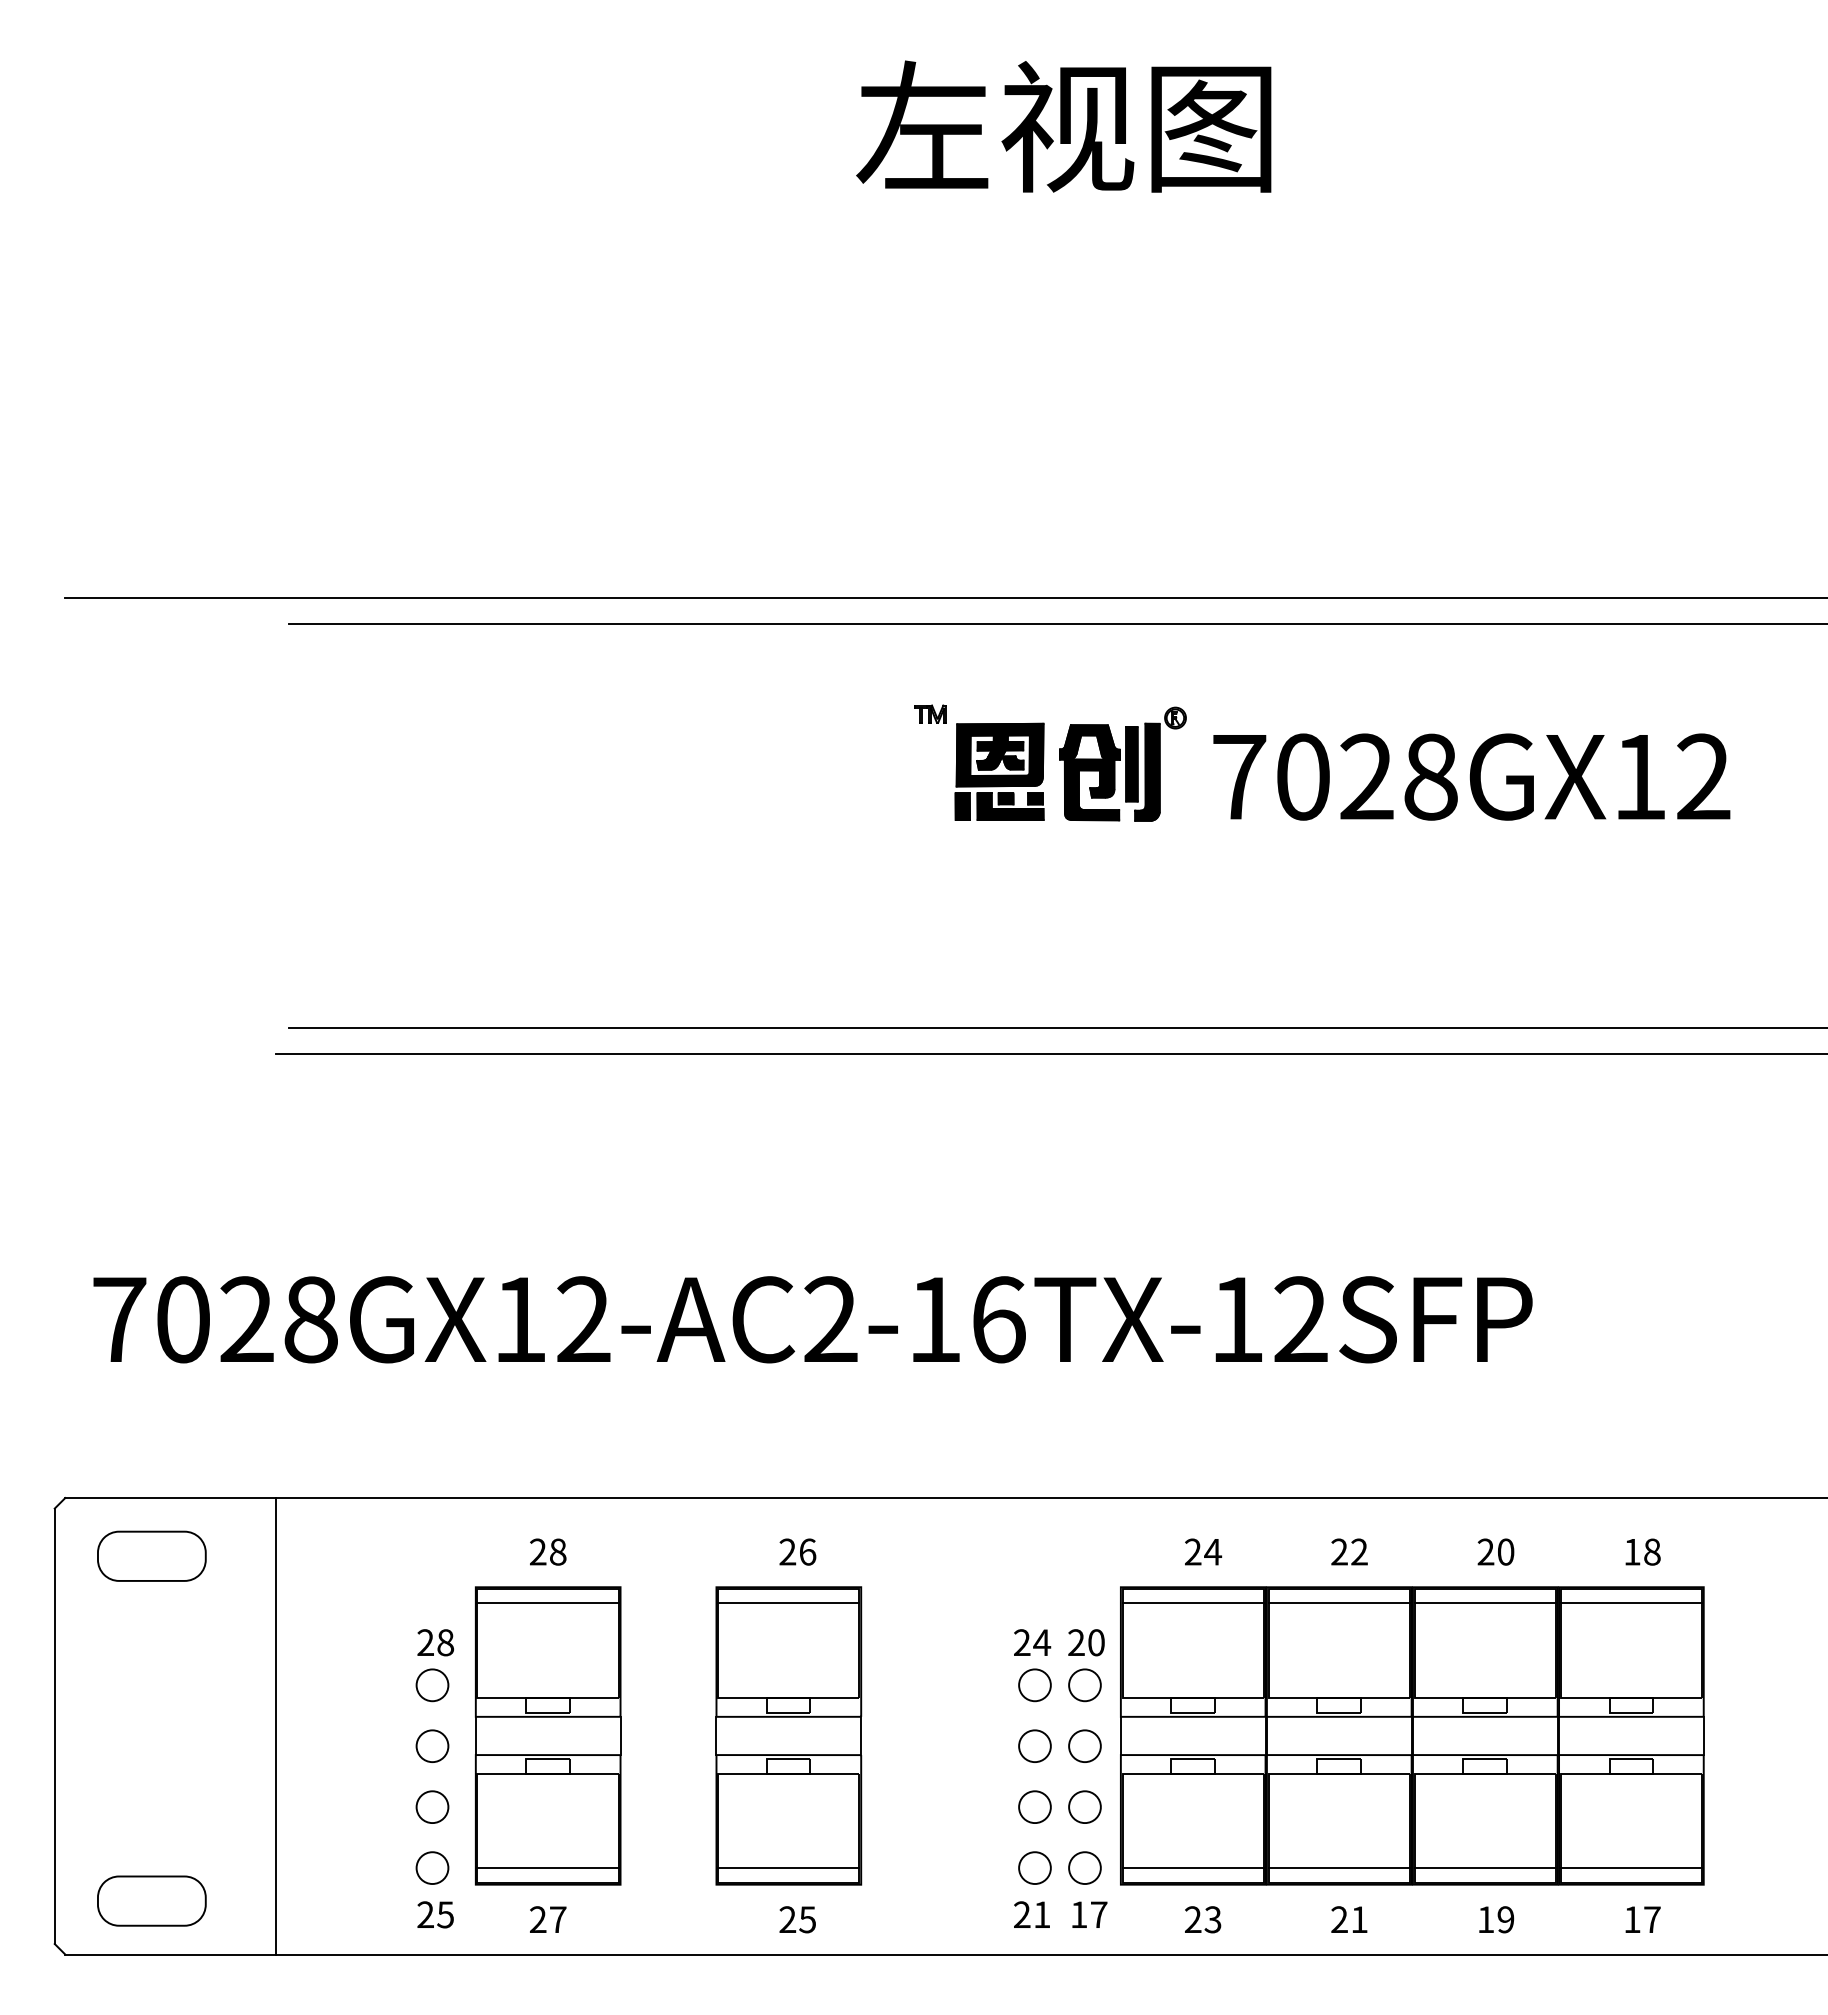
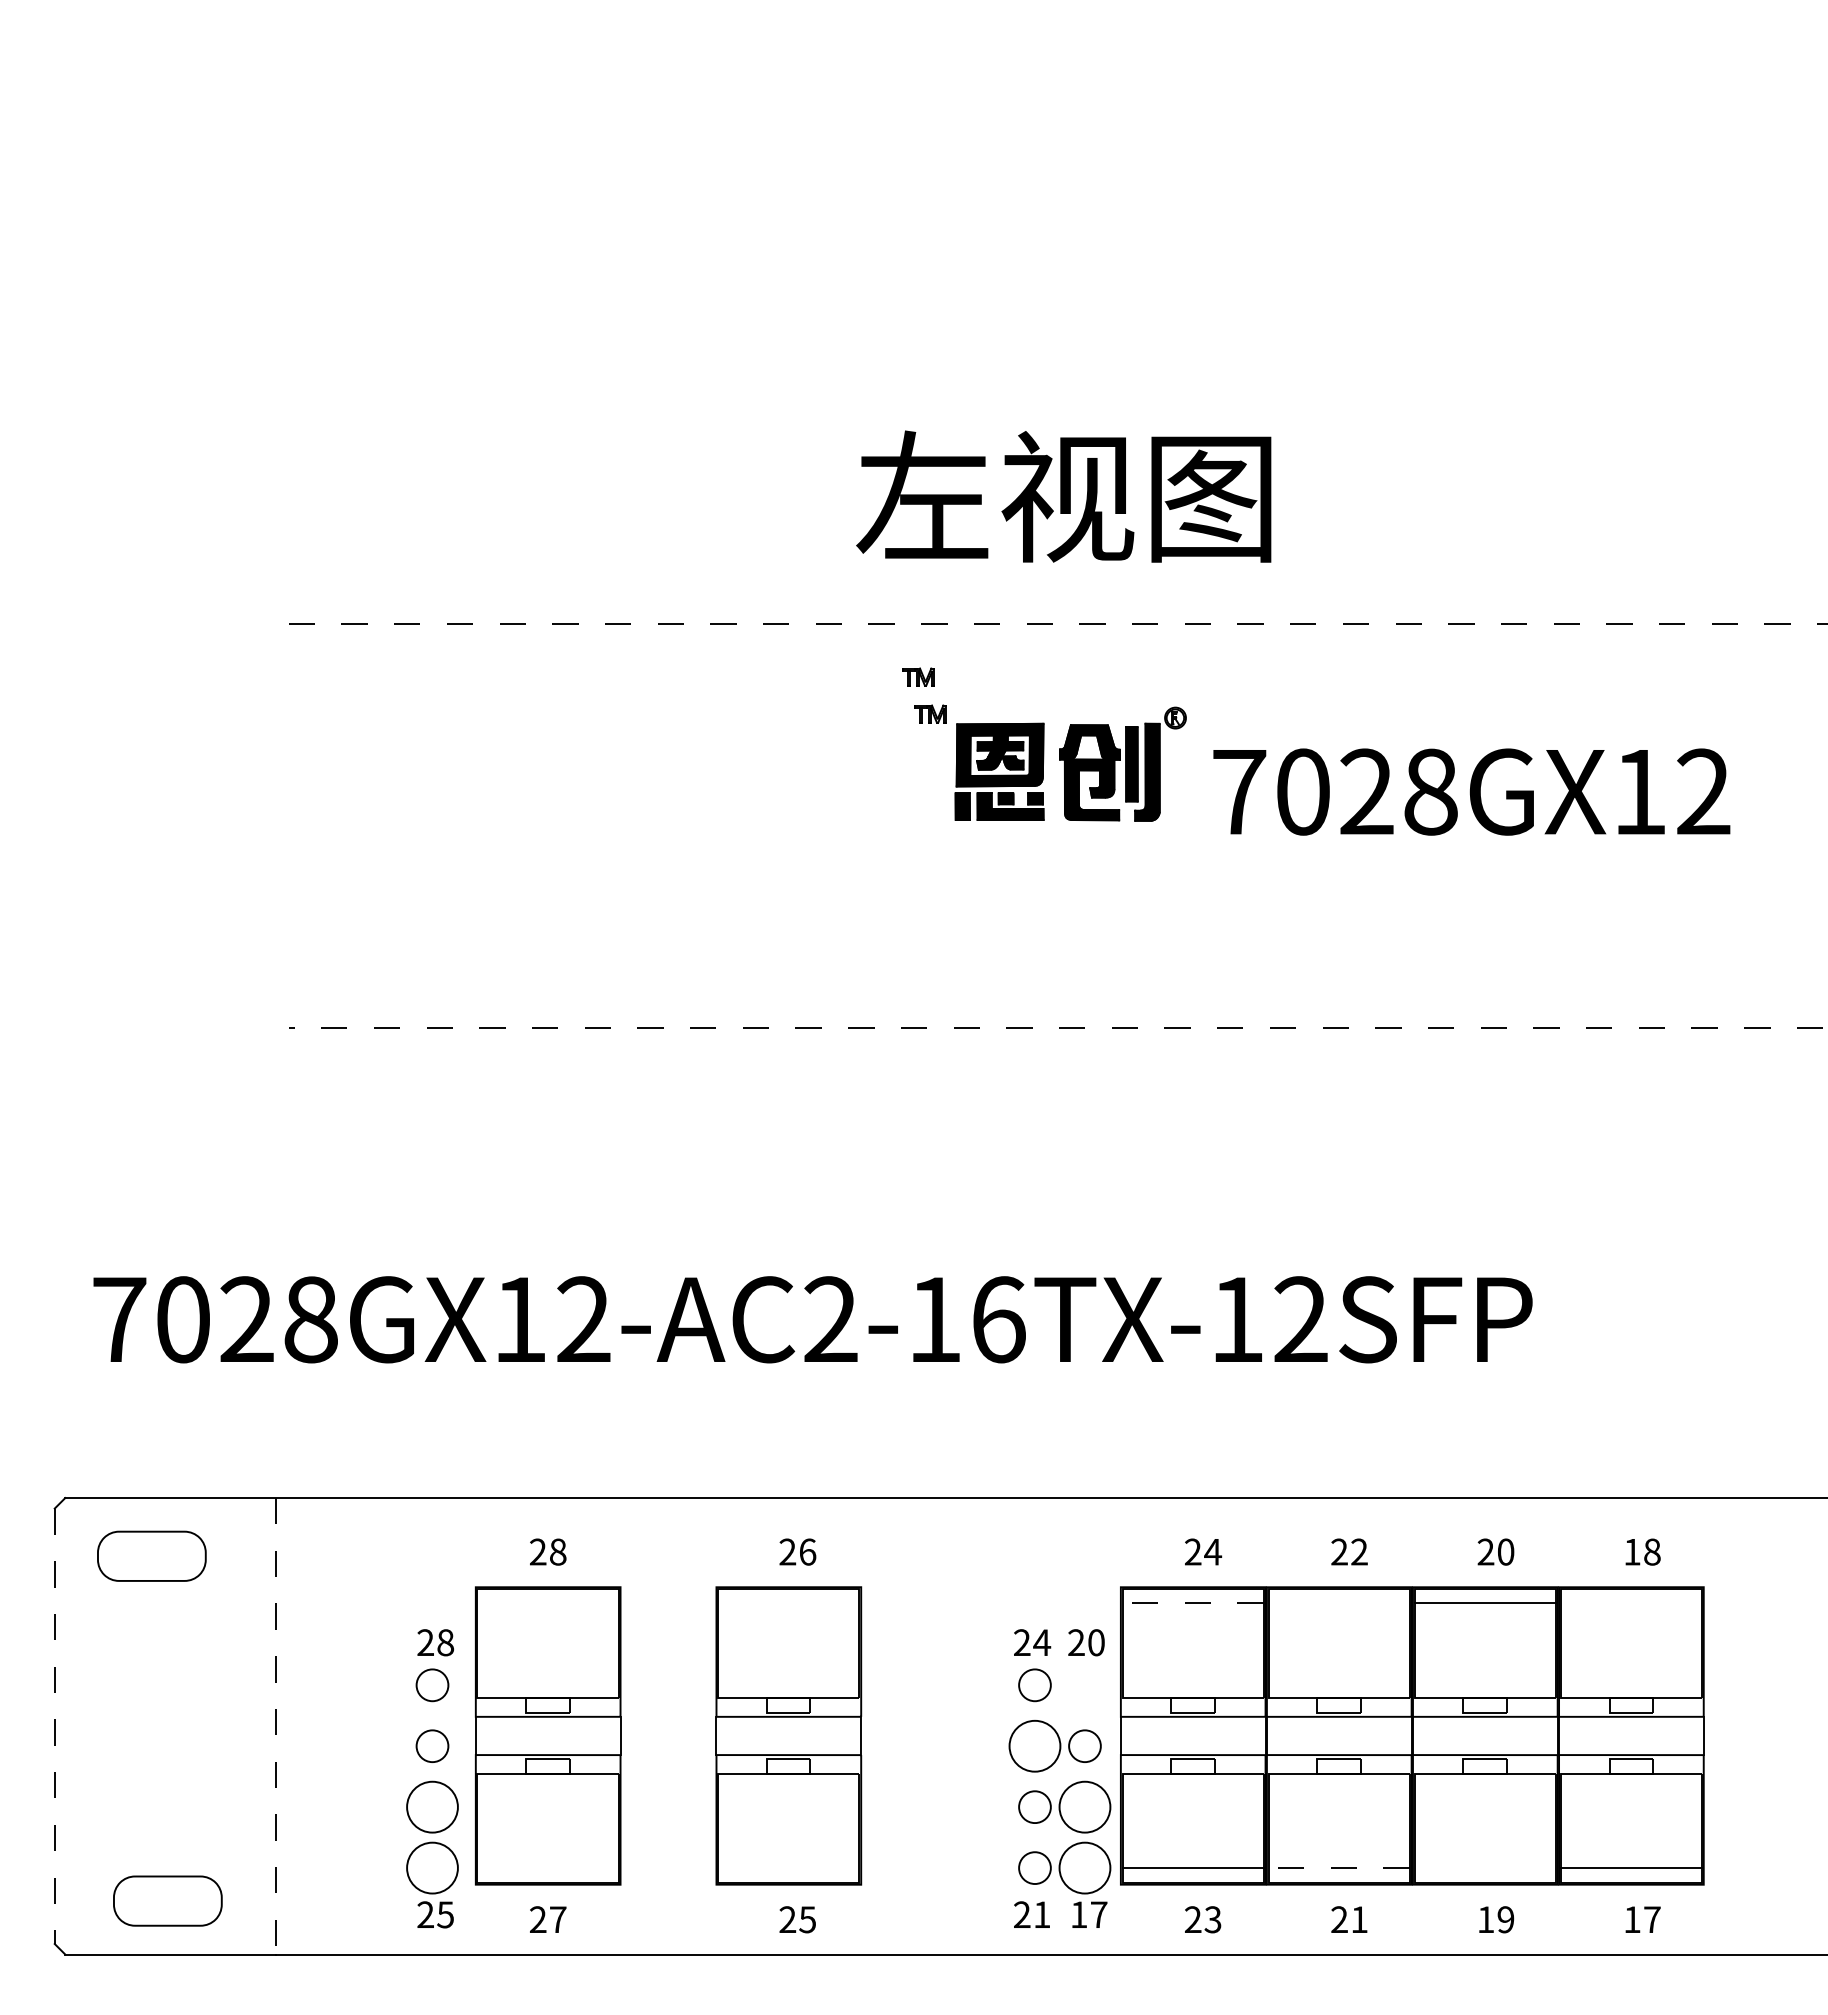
text at (1063, 126) position: (1063, 126) -> (1063, 496)
line at (944, 597): present -> none
line at (1058, 624): solid -> dashed
part at (918, 676): none -> present
text at (1471, 776) position: (1471, 776) -> (1471, 791)
line at (1057, 1027): solid -> dashed
line at (1049, 1054): present -> none
line at (547, 1603): present -> none
line at (788, 1603): present -> none
line at (1193, 1603): solid -> dashed
line at (1338, 1603): present -> none
line at (1630, 1603): present -> none
circle at (1084, 1685): present -> none
line at (54, 1726): solid -> dashed
line at (275, 1726): solid -> dashed
circle at (1034, 1746) diameter: 32 px -> 51 px
circle at (432, 1807) diameter: 32 px -> 51 px
circle at (1084, 1807) diameter: 32 px -> 51 px
circle at (432, 1868) diameter: 32 px -> 51 px
line at (547, 1868): present -> none
line at (788, 1868): present -> none
circle at (1084, 1868) diameter: 32 px -> 51 px
line at (1339, 1868): solid -> dashed
line at (1484, 1868): present -> none
part at (151, 1900) position: (151, 1900) -> (167, 1900)
